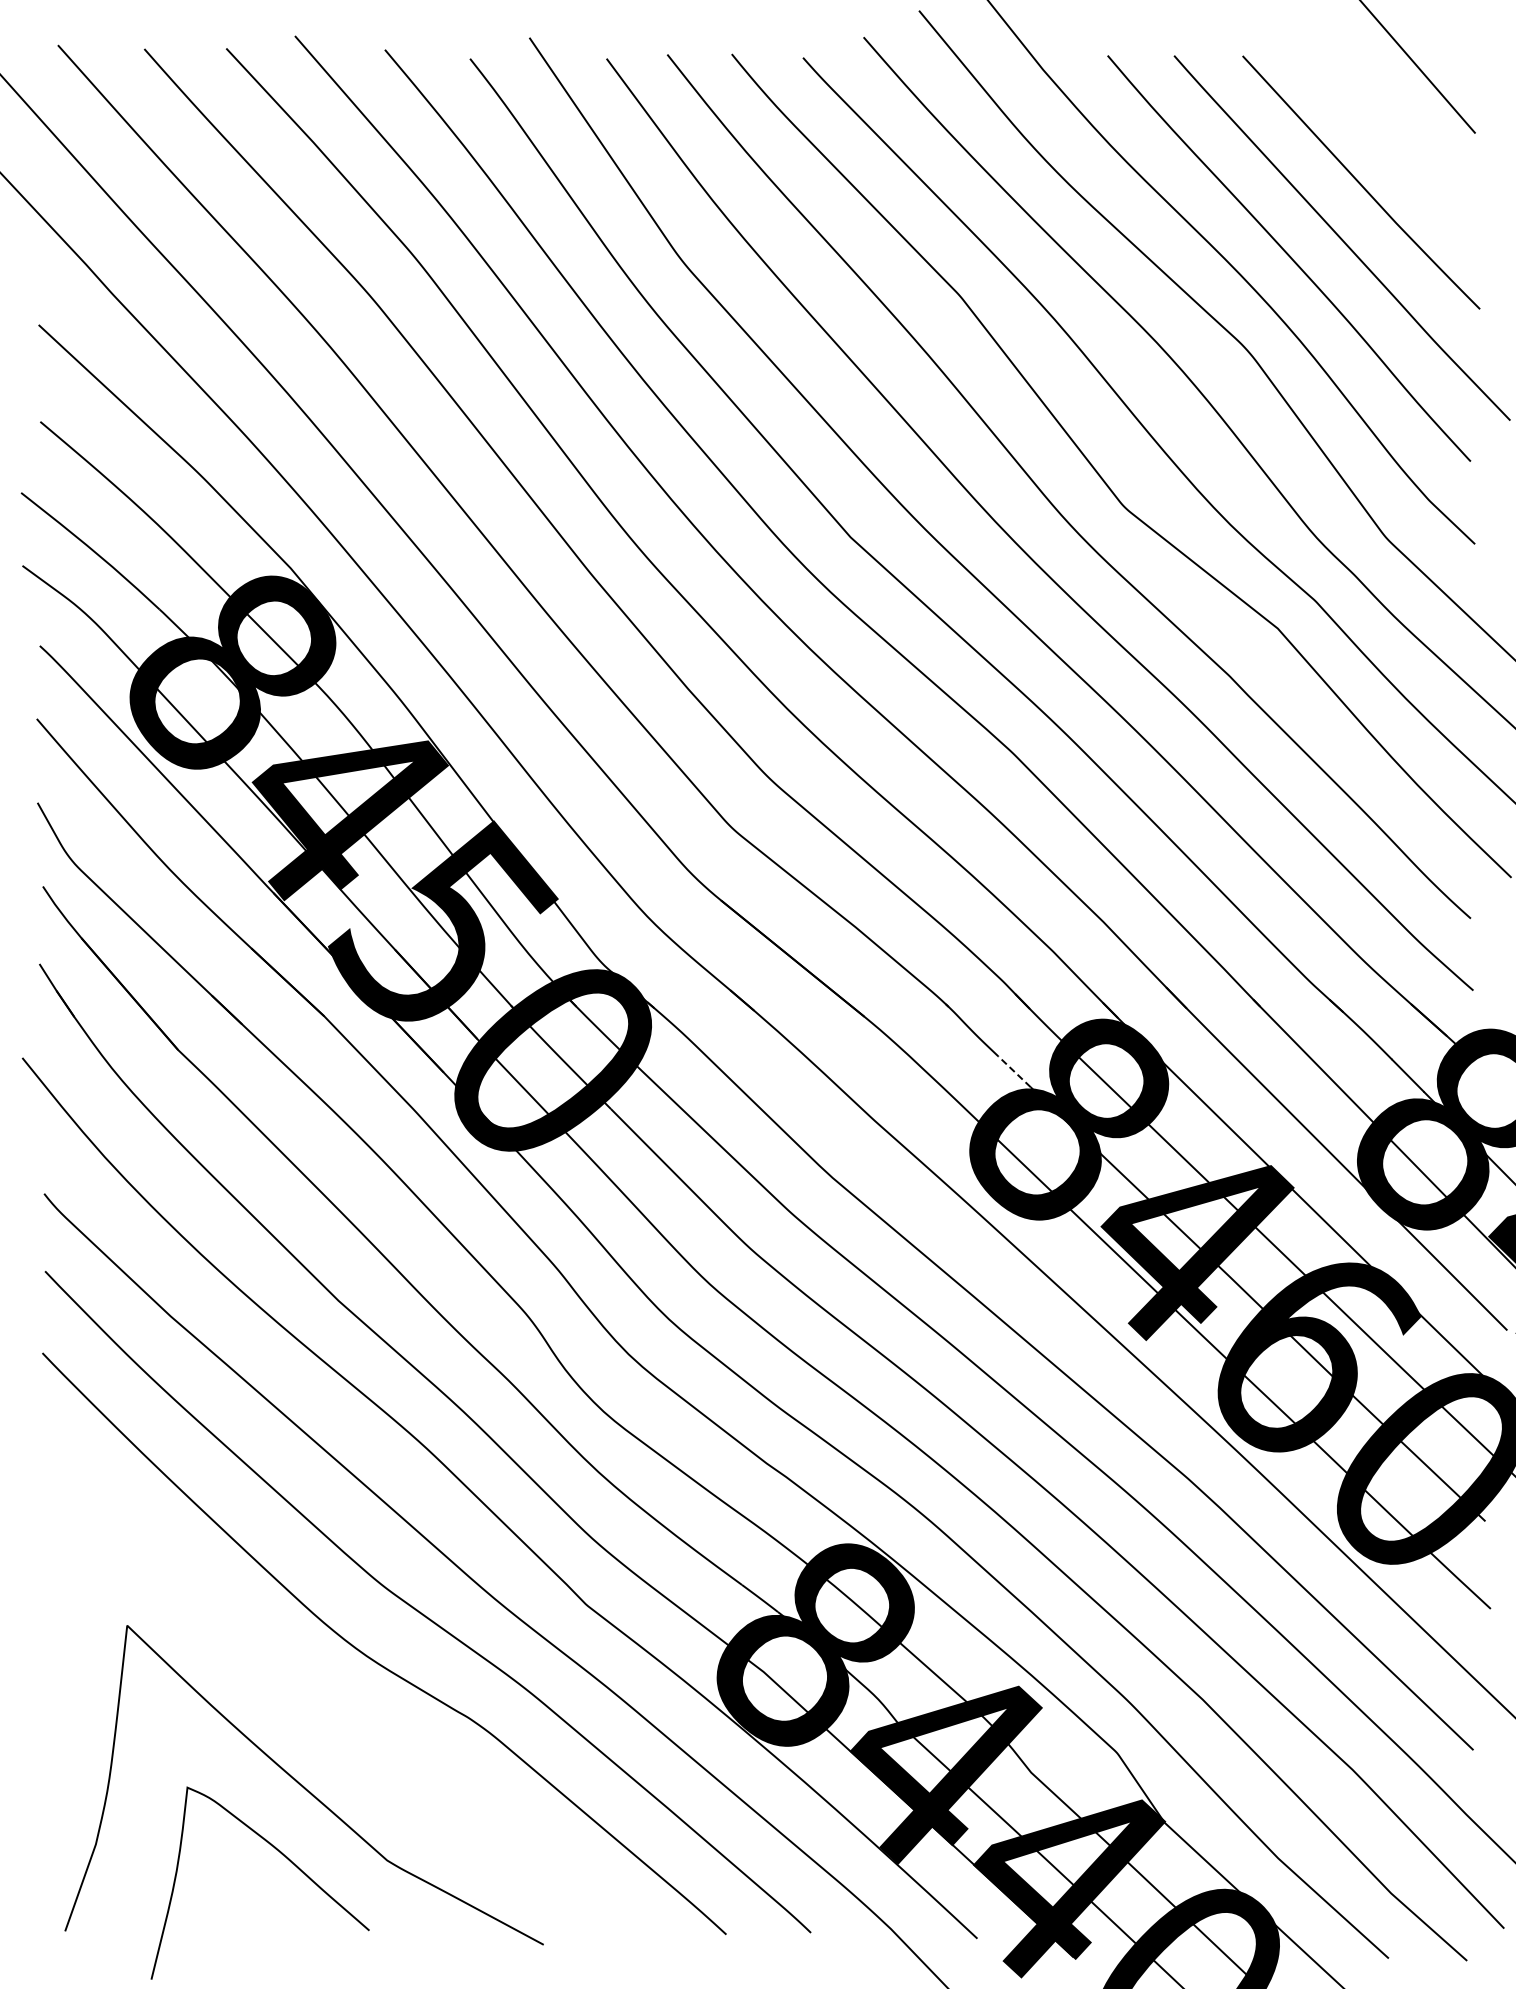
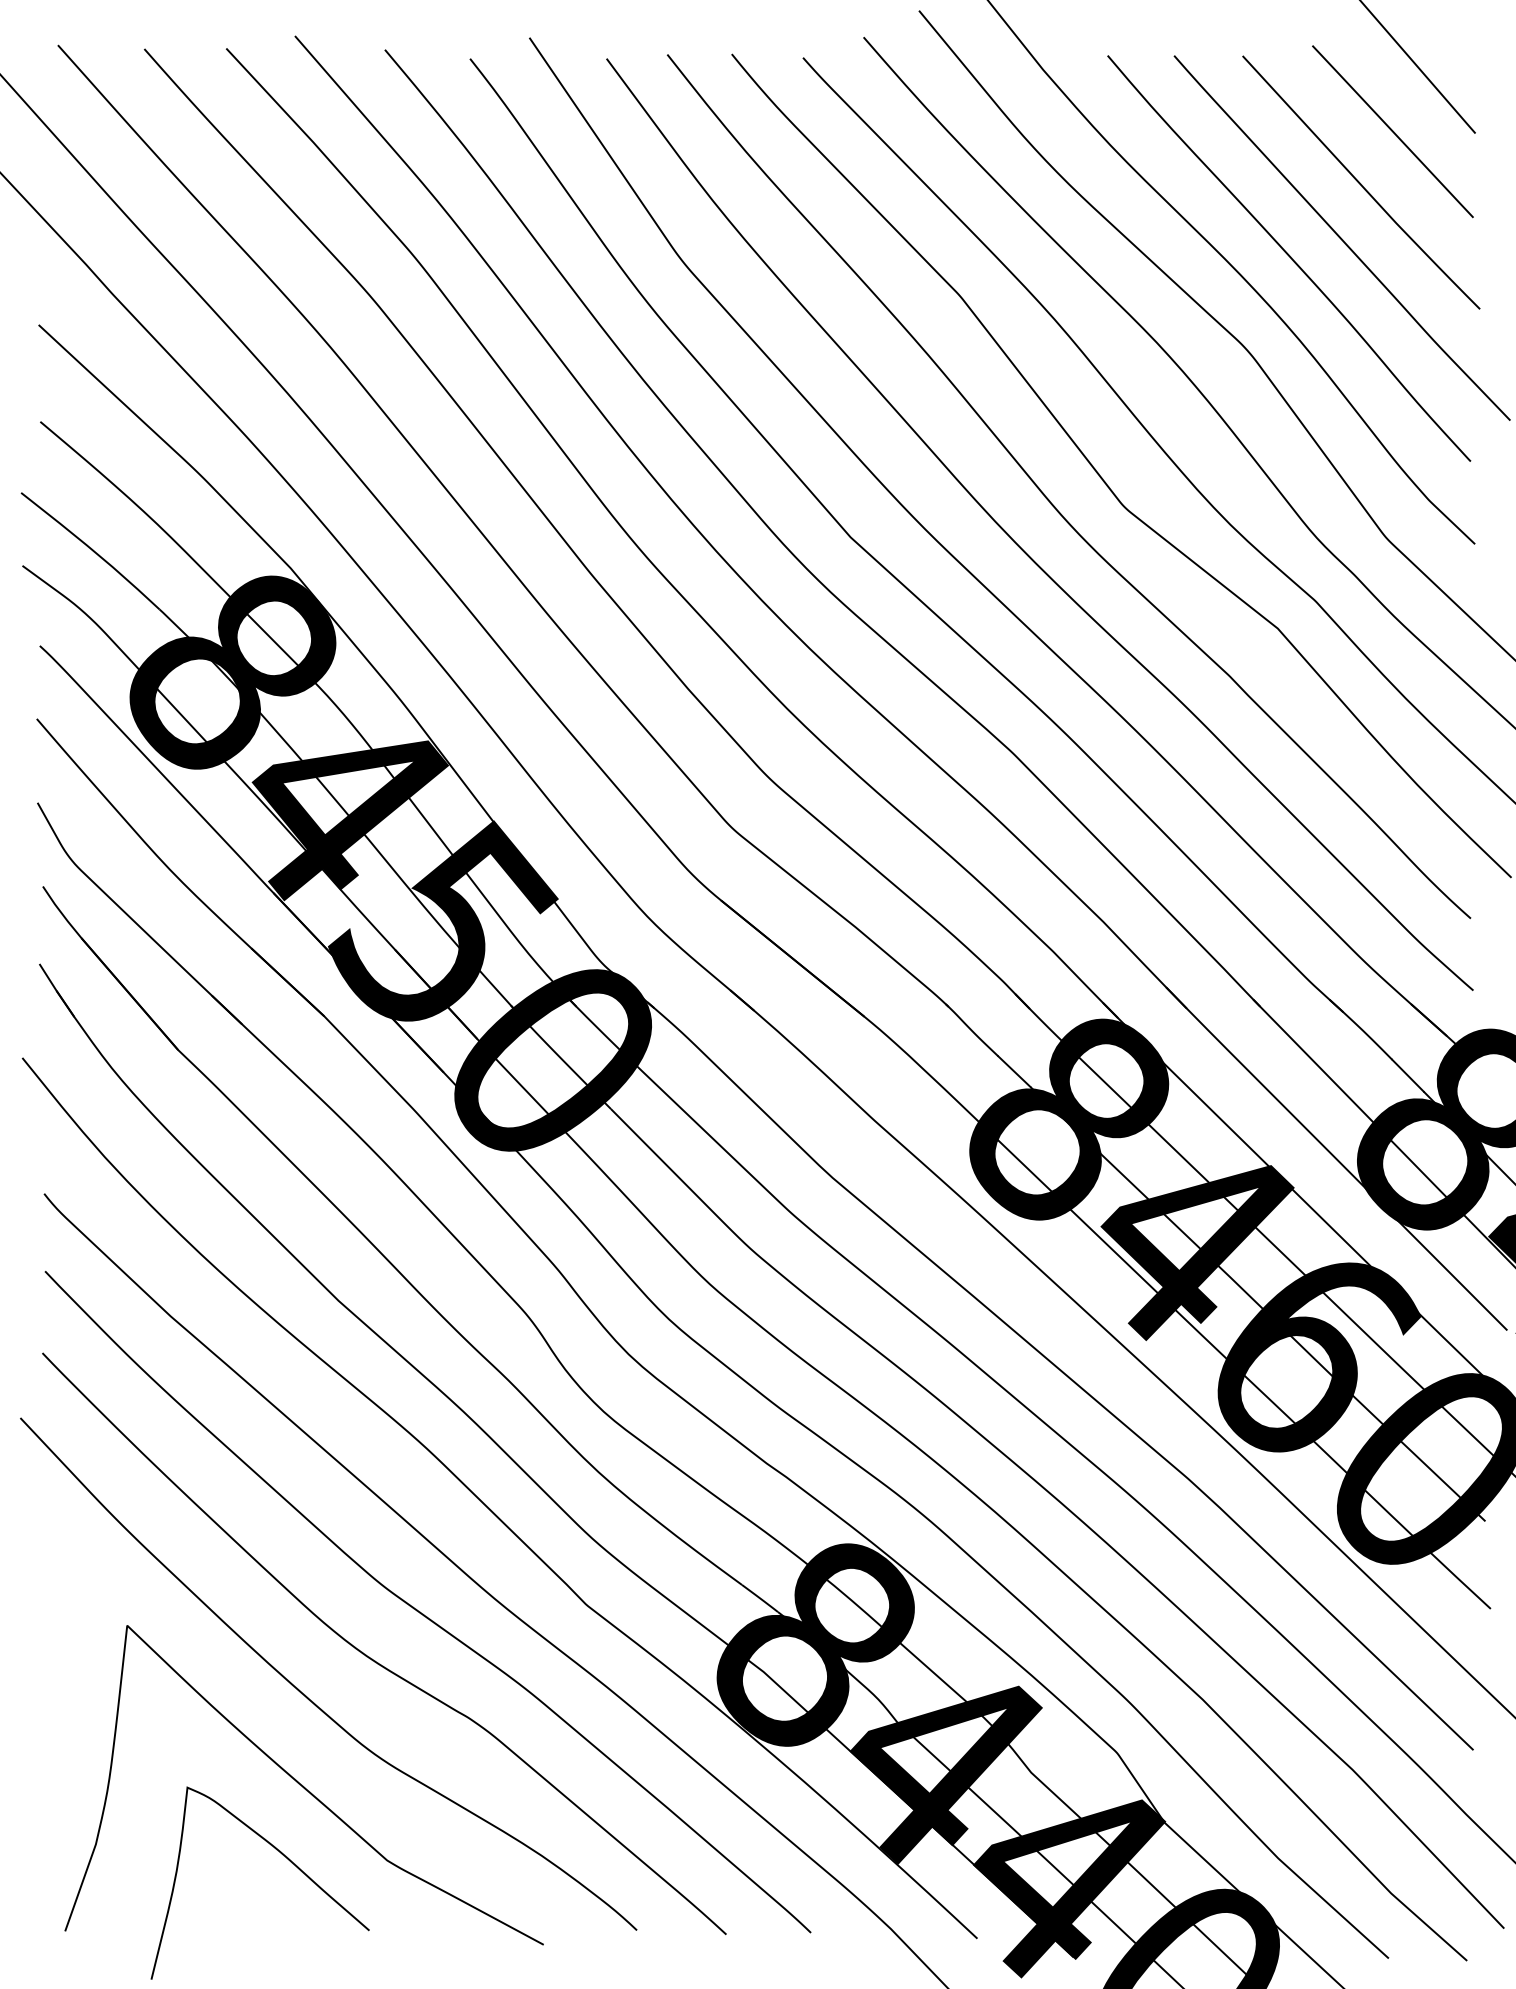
line at (1392, 131): none -> present
line at (1014, 1071): dashed -> solid
curve at (306, 1695): none -> present
